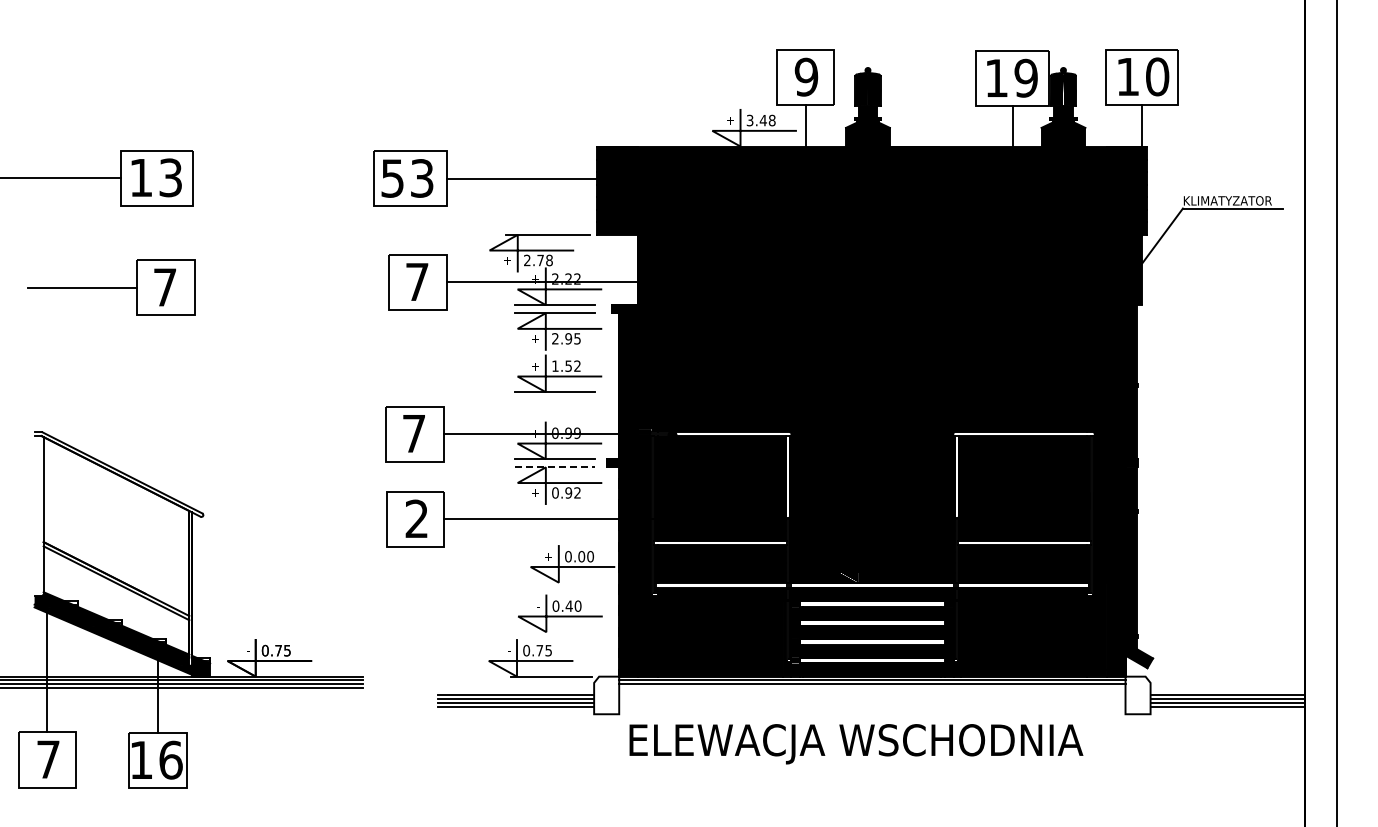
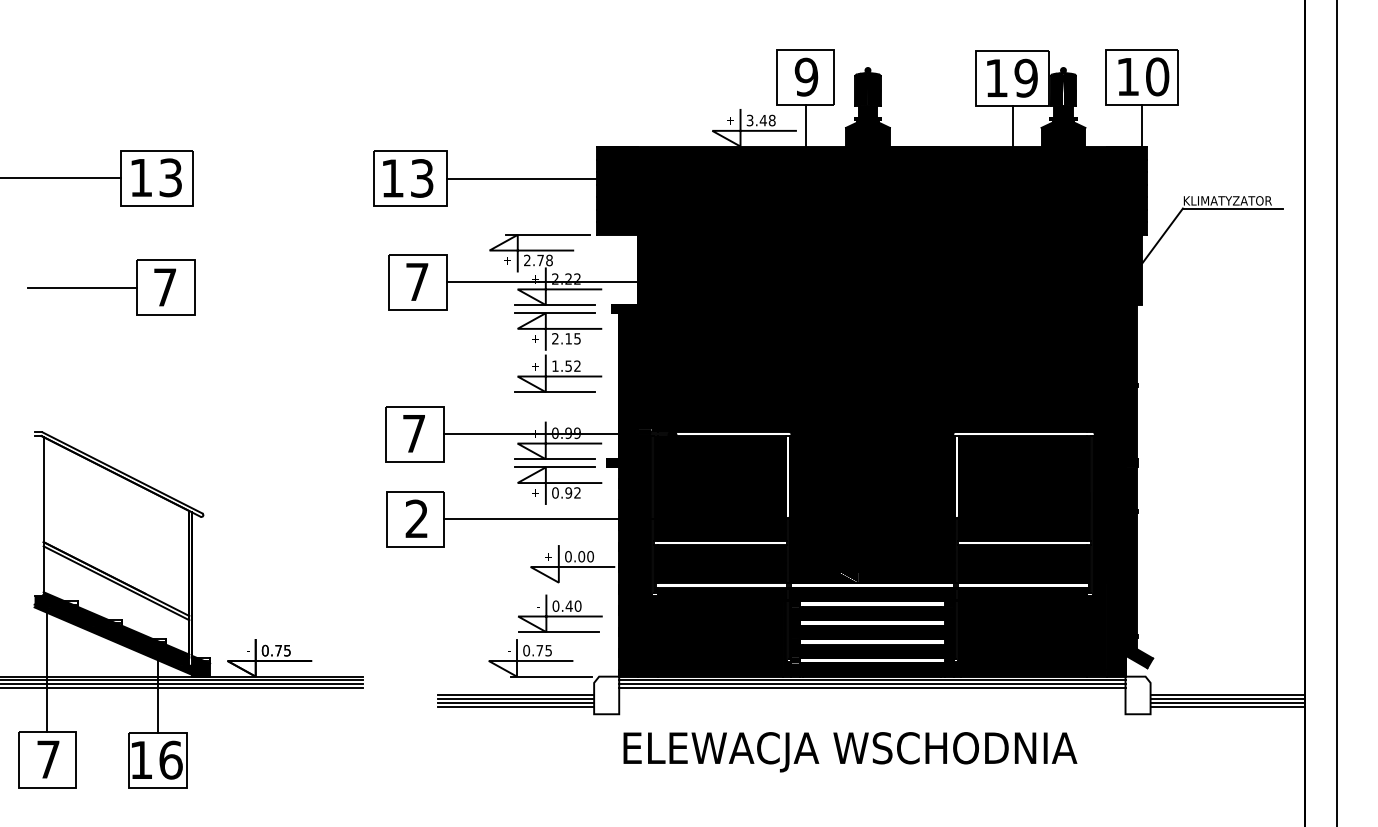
text at (392, 178): 53 -> 13
text at (568, 338): 2.95 -> 2.15
line at (555, 467): dashed -> solid
line at (558, 632): none -> present
line at (872, 687): none -> present
text at (856, 744) position: (856, 744) -> (850, 752)
